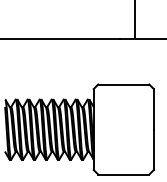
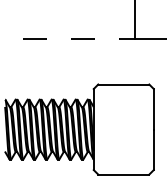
line at (60, 39): solid -> dashed
